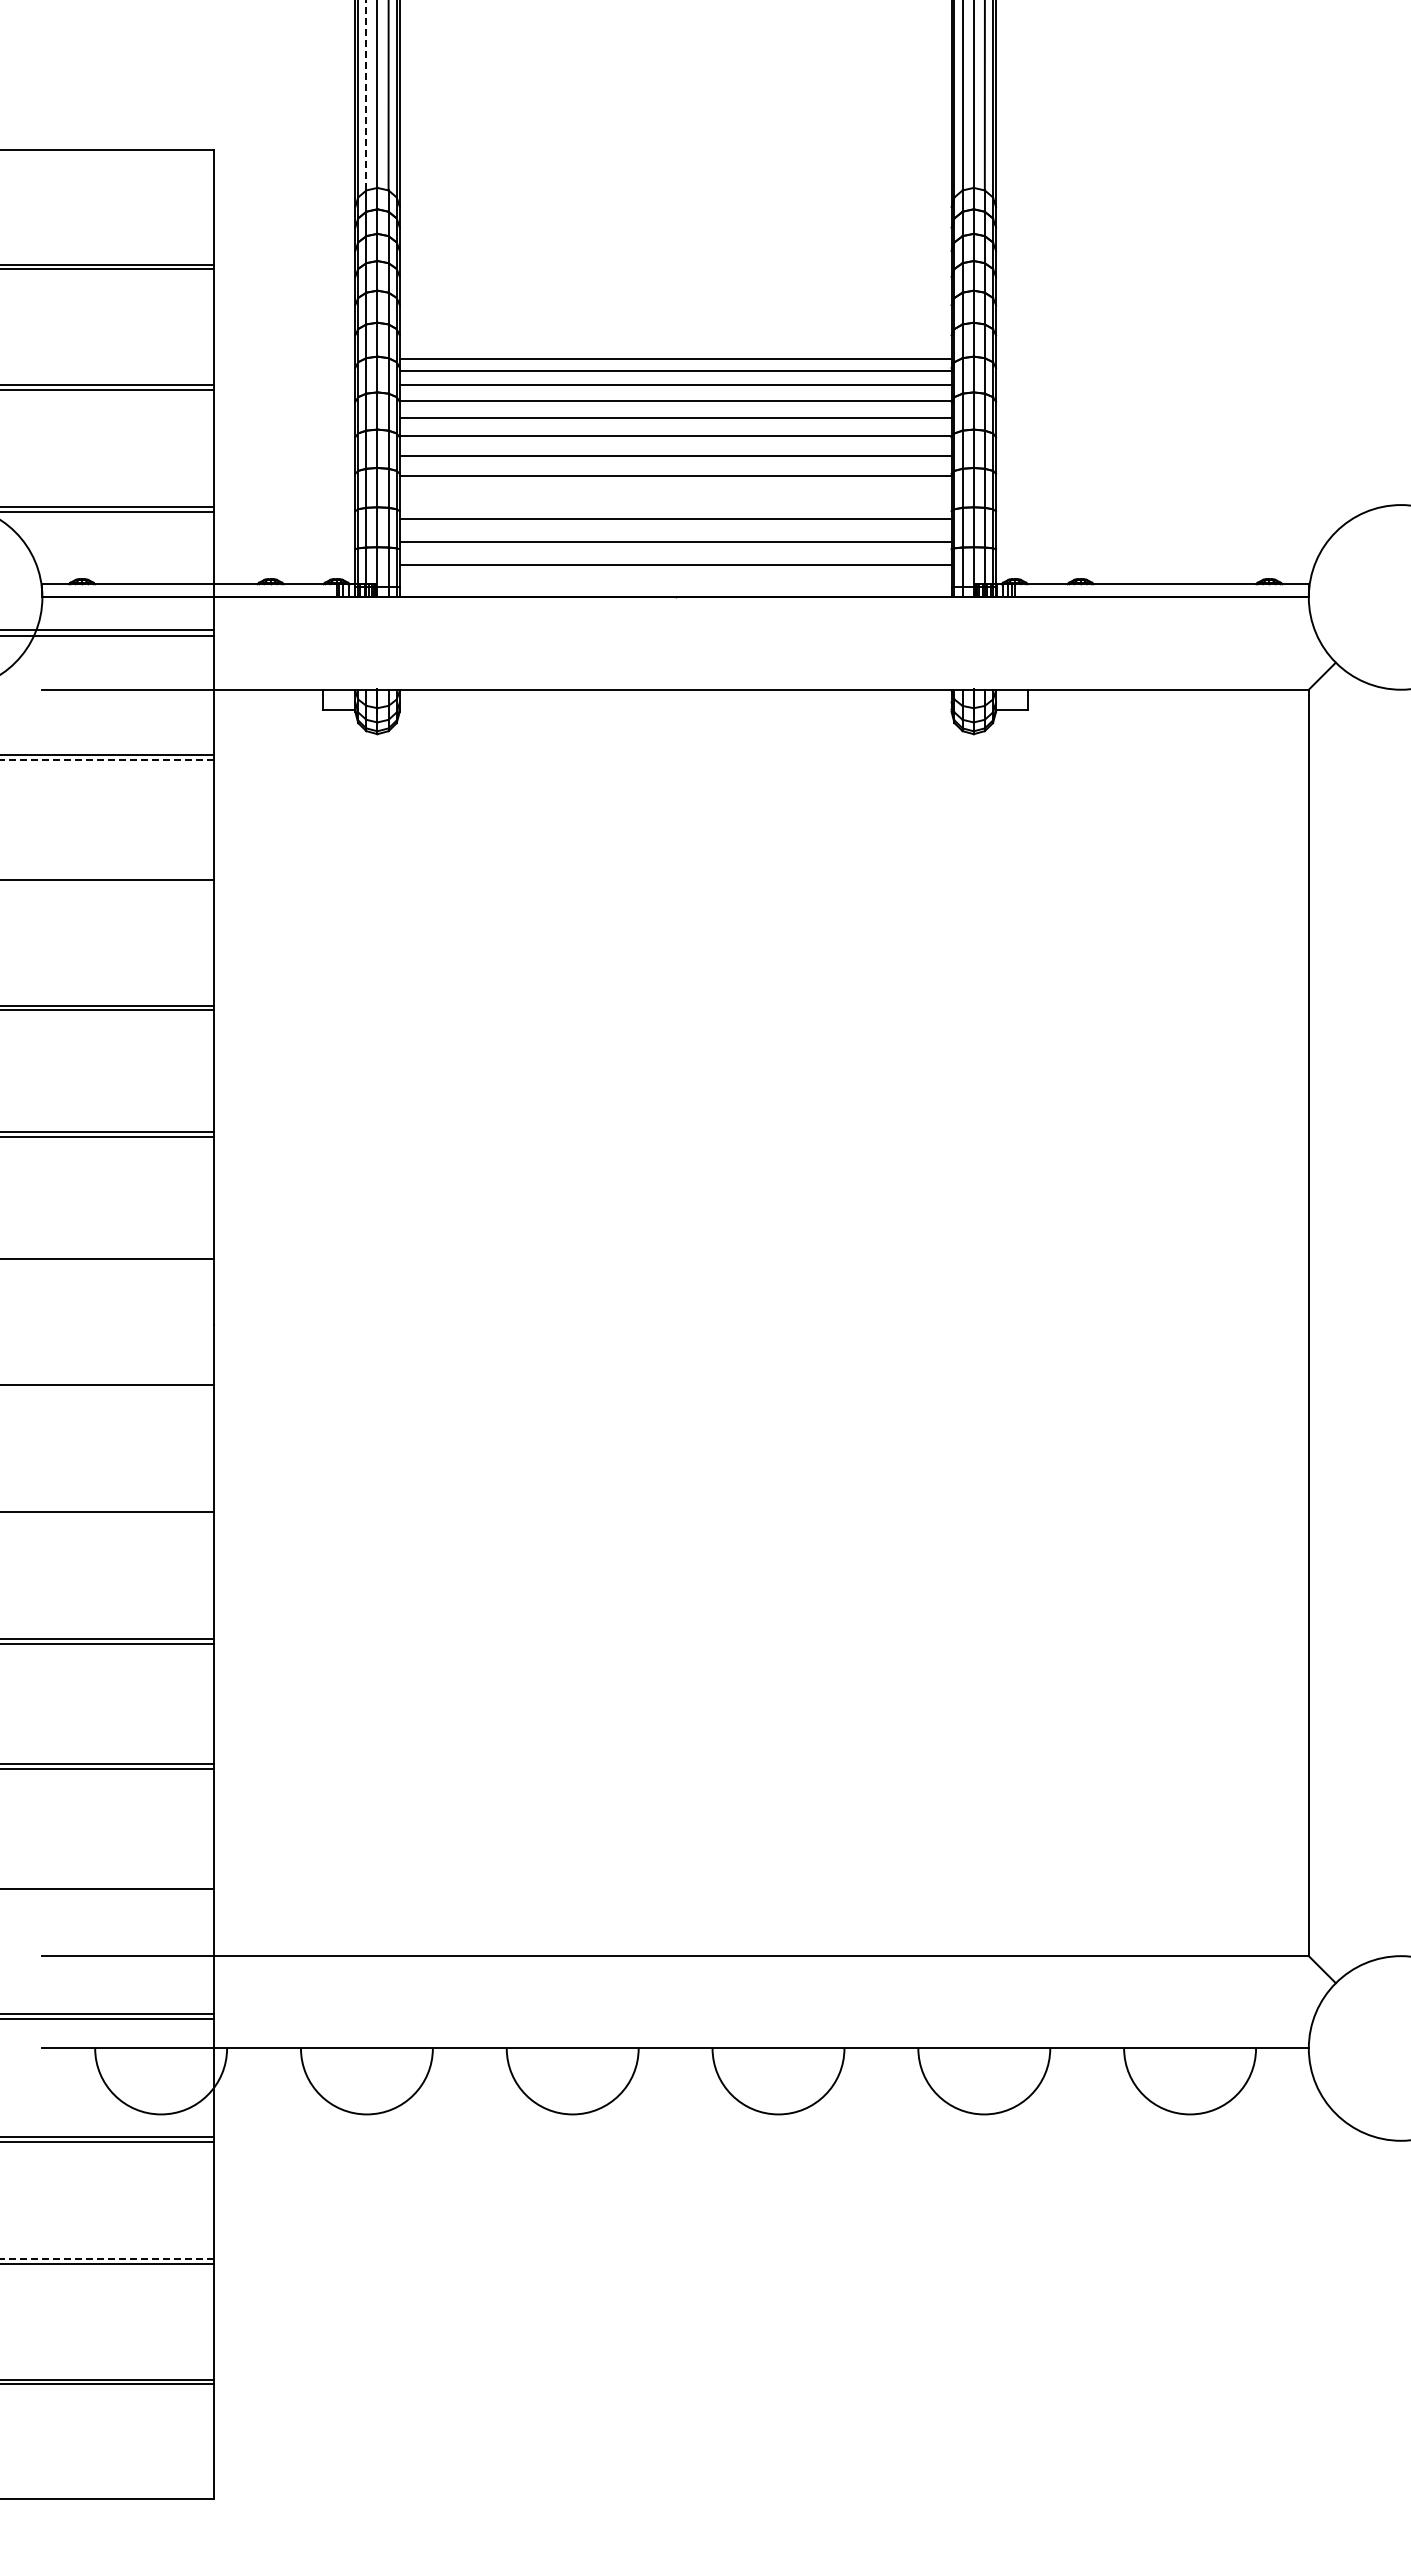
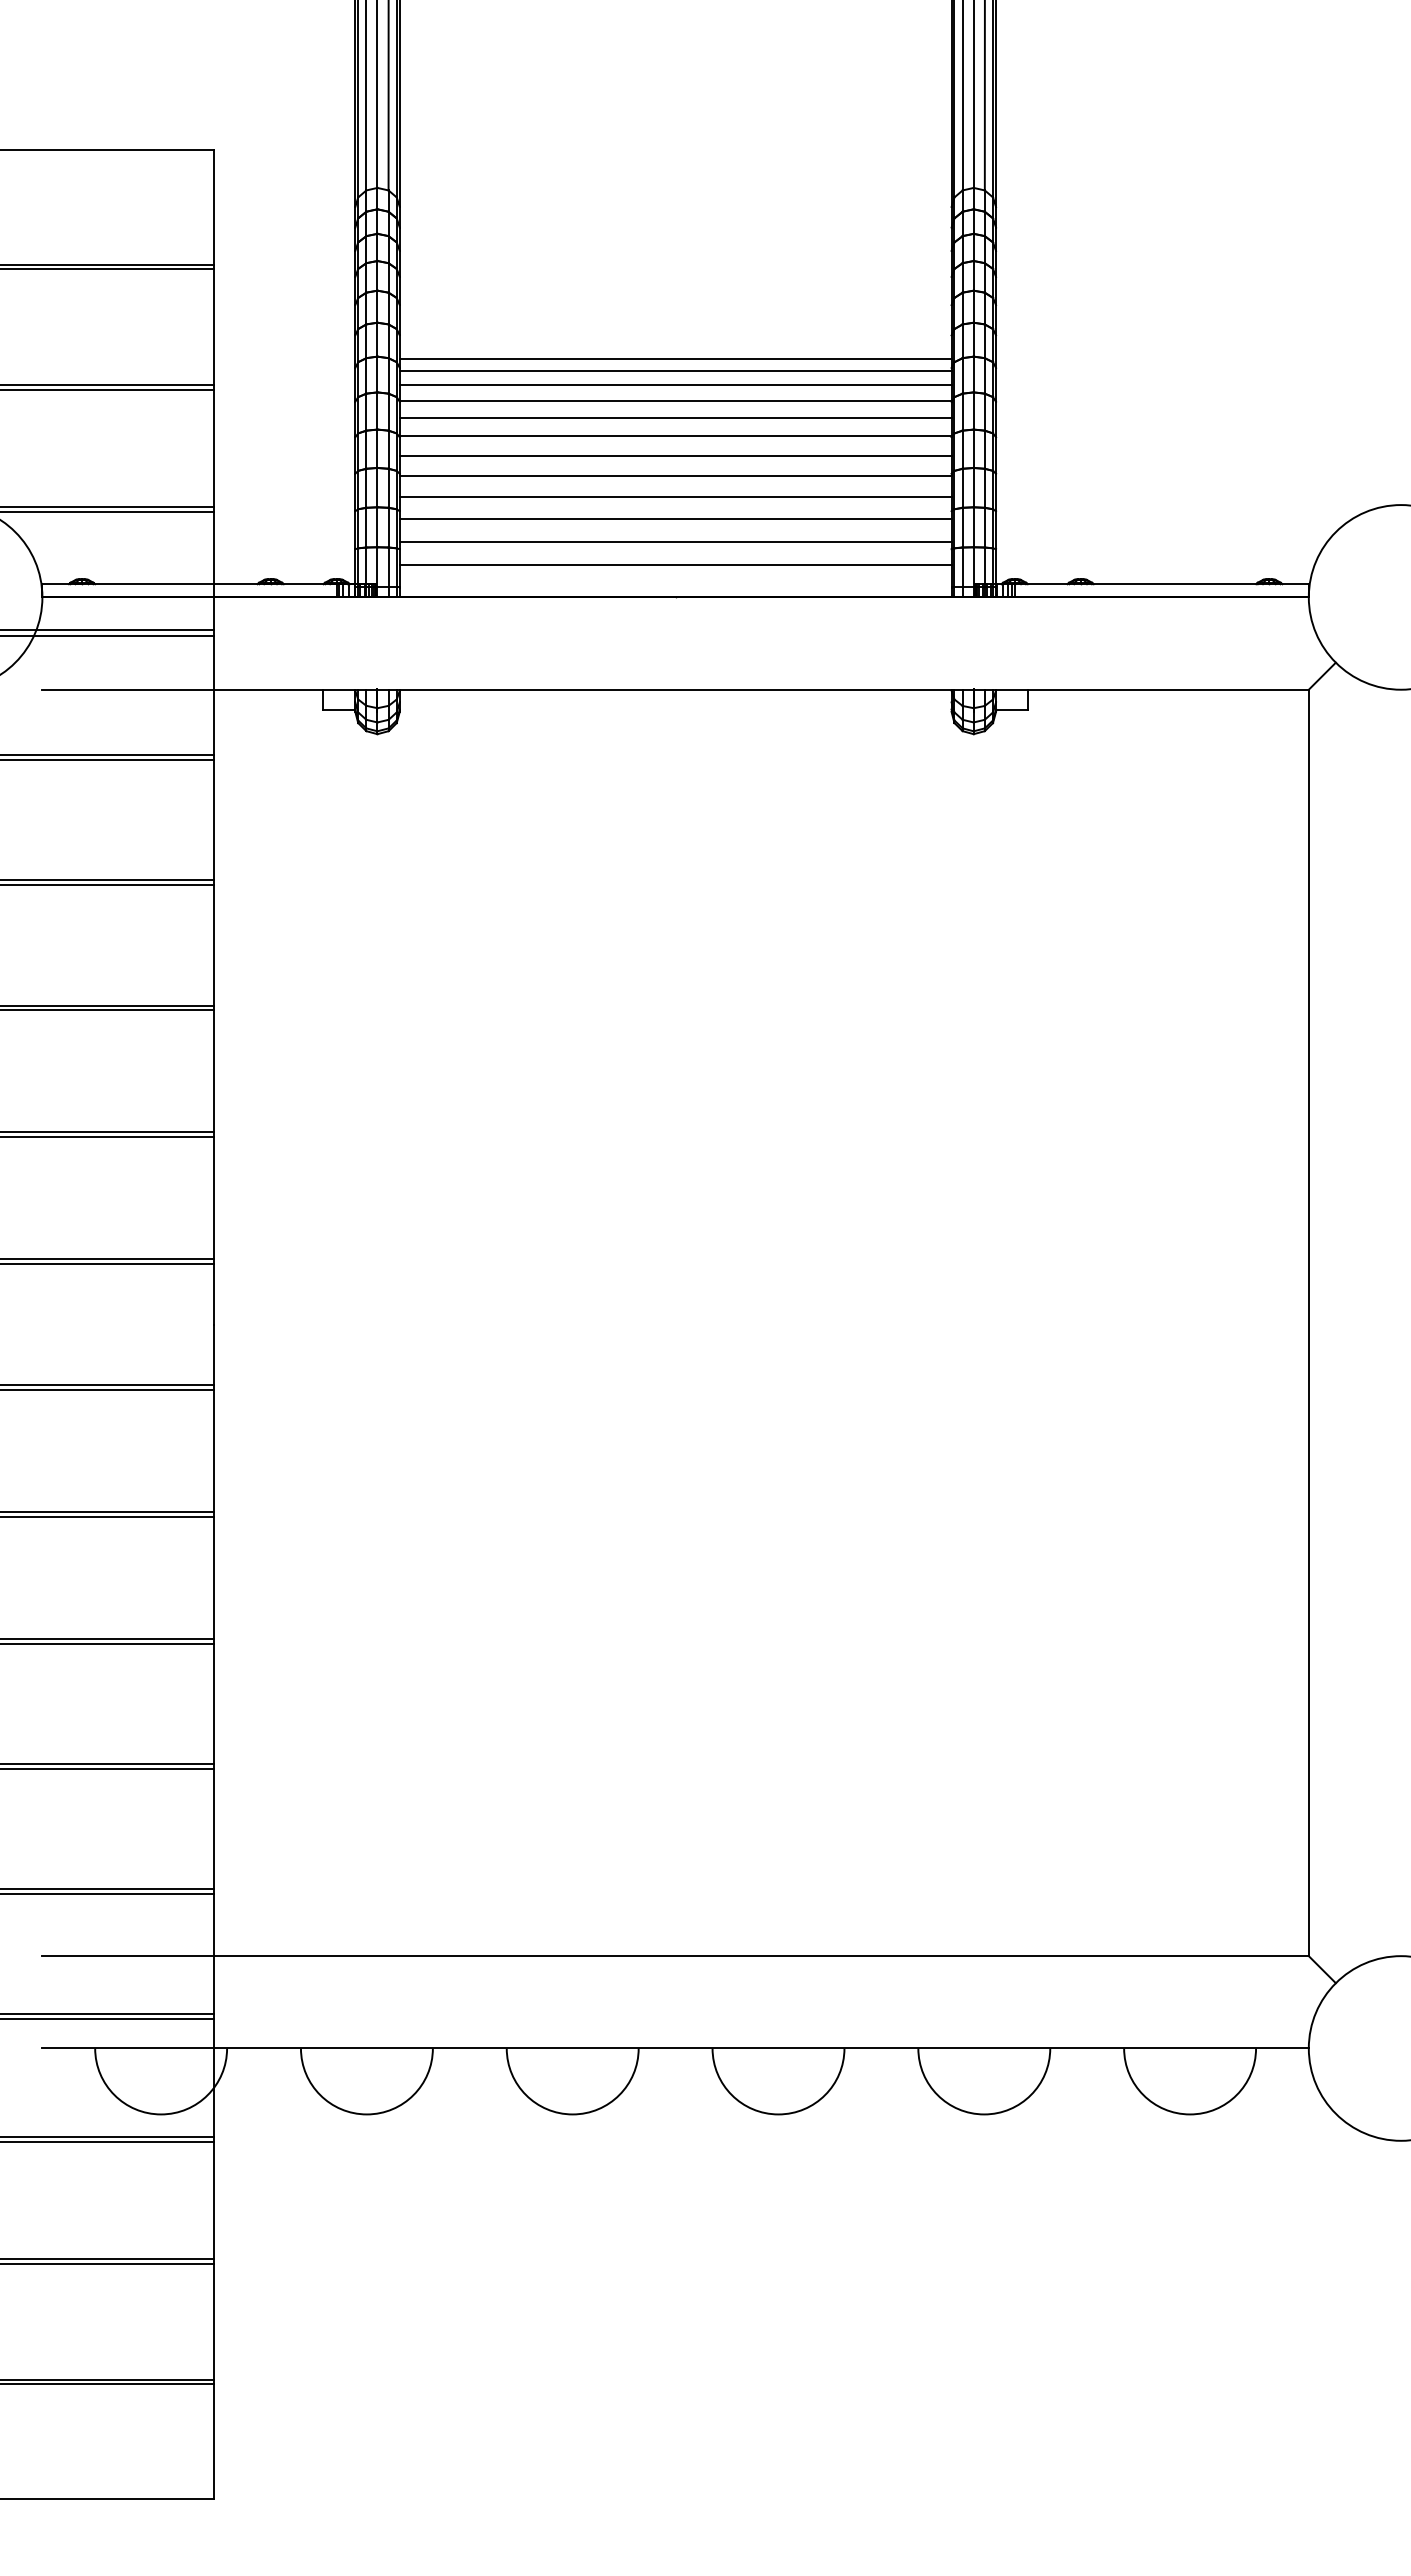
line at (366, 95): dashed -> solid
line at (675, 497): none -> present
line at (106, 759): dashed -> solid
line at (107, 884): none -> present
line at (107, 1263): none -> present
line at (107, 1390): none -> present
line at (107, 1517): none -> present
line at (107, 1894): none -> present
line at (106, 2258): dashed -> solid
